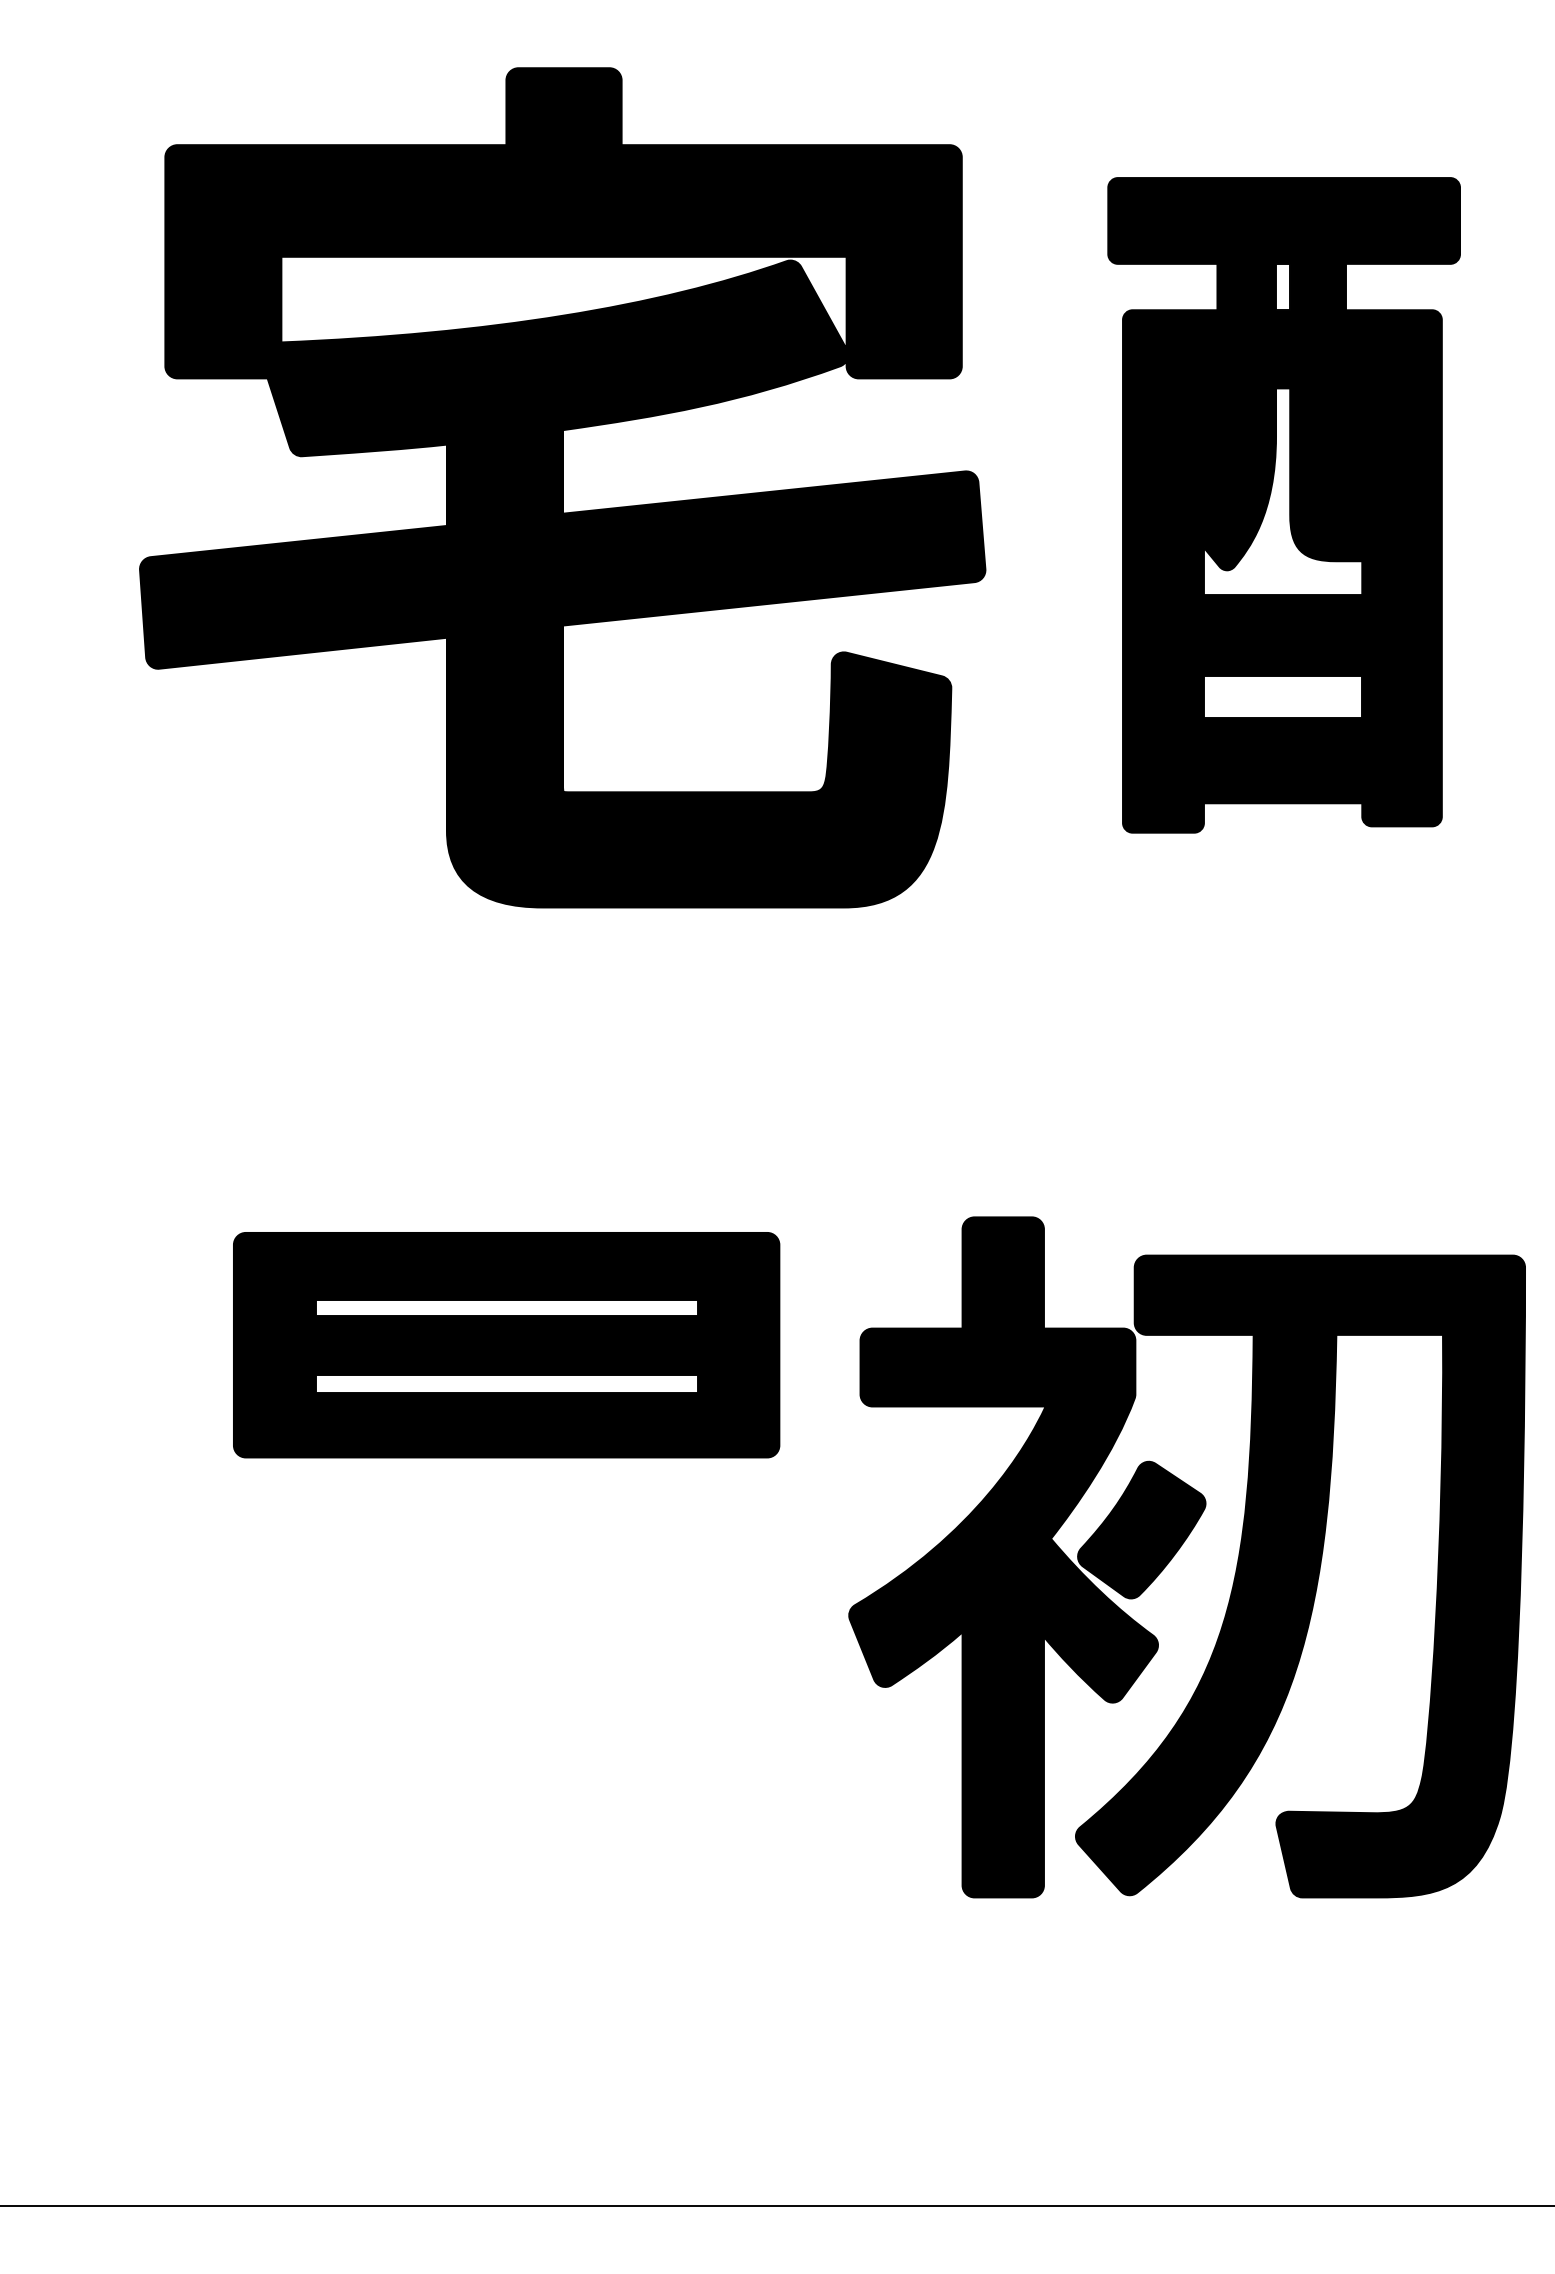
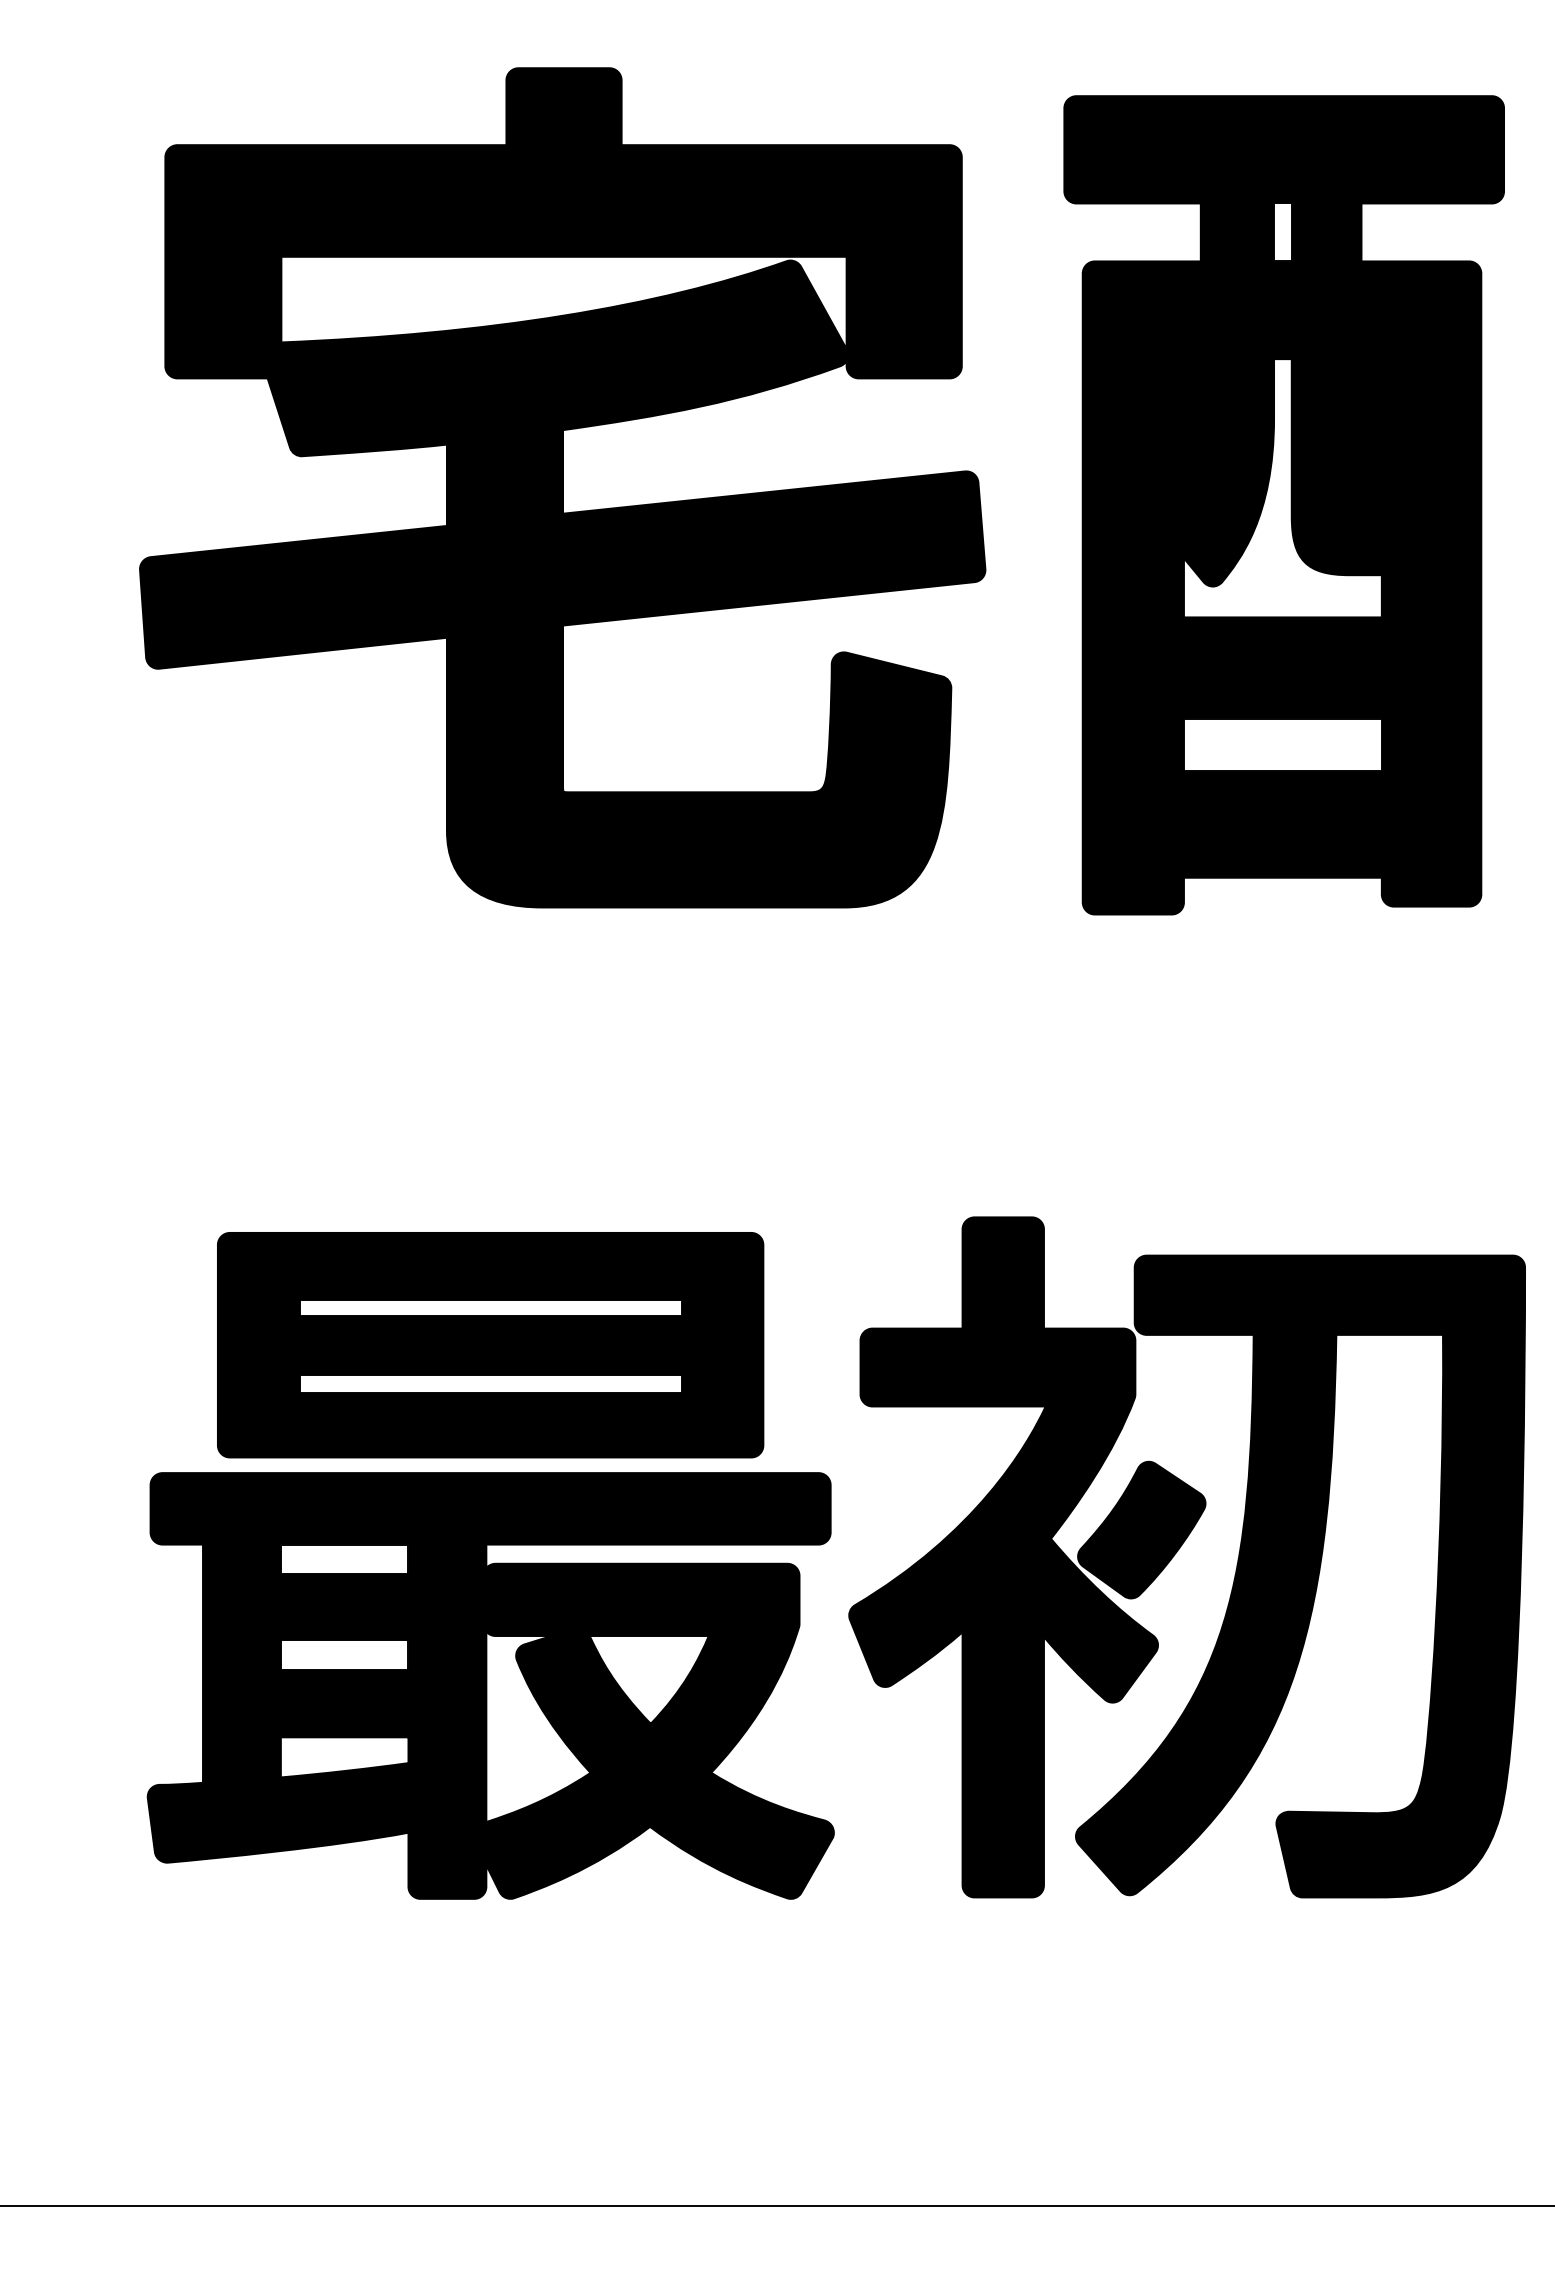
part at (1283, 505) size: 354x657 px -> 442x821 px
part at (506, 1345) position: (506, 1345) -> (490, 1345)
part at (490, 1685): none -> present
